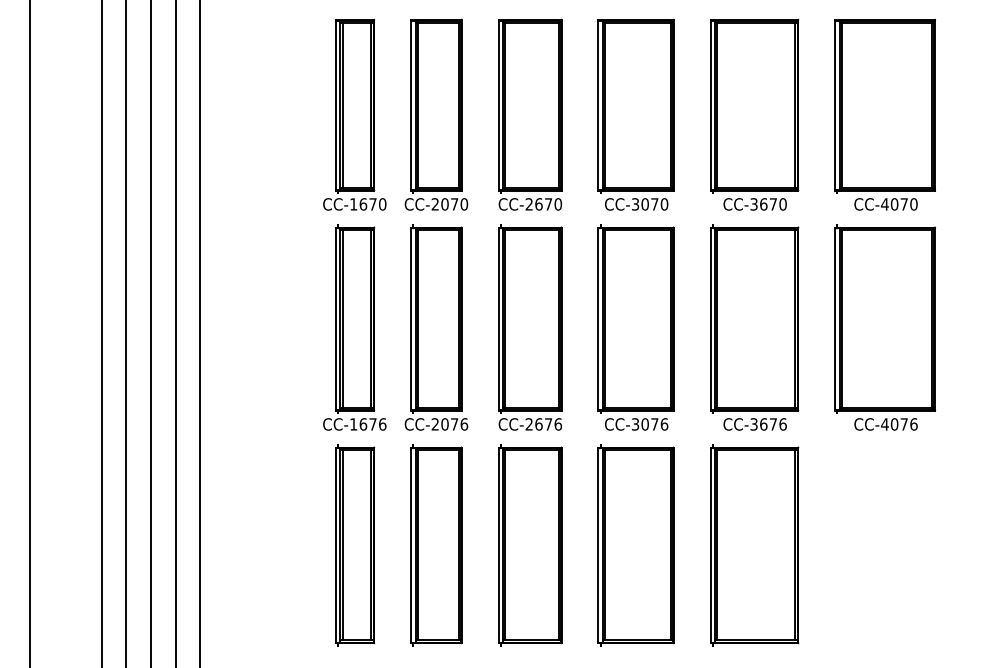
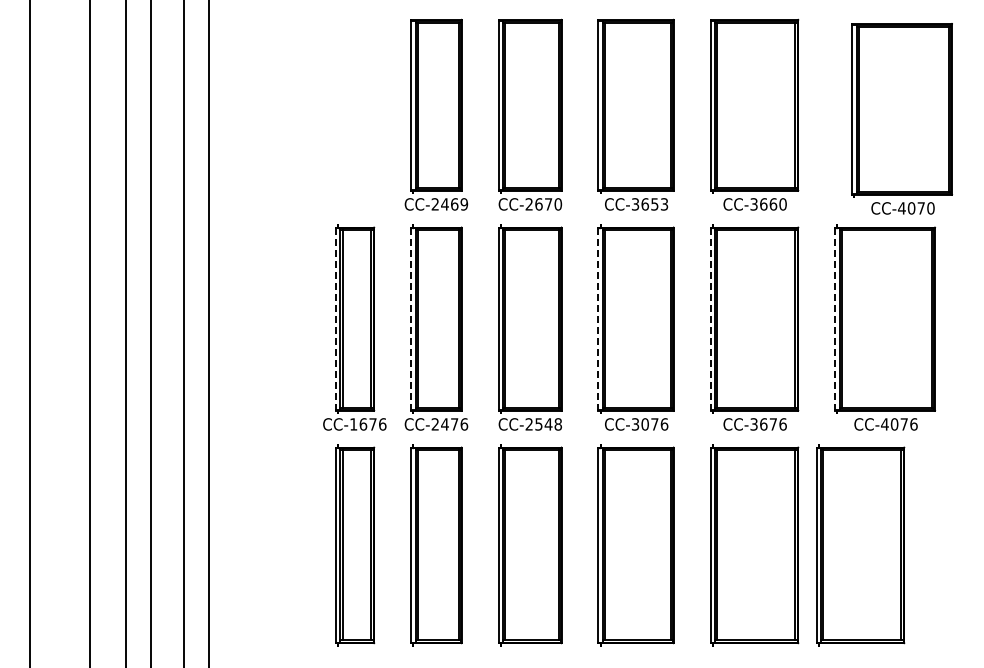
part at (354, 114): present -> none
part at (884, 114) position: (884, 114) -> (901, 118)
text at (454, 204): CC-2070 -> CC-2469
text at (654, 204): CC-3070 -> CC-3653
text at (773, 204): CC-3670 -> CC-3660
line at (335, 319): solid -> dashed
line at (411, 319): solid -> dashed
line at (598, 319): solid -> dashed
line at (710, 319): solid -> dashed
line at (835, 319): solid -> dashed
line at (101, 333) position: (101, 333) -> (89, 333)
line at (175, 333) position: (175, 333) -> (183, 333)
line at (200, 333) position: (200, 333) -> (209, 333)
text at (444, 424): CC-2076 -> CC-2476
text at (548, 424): CC-2676 -> CC-2548
part at (860, 545): none -> present
